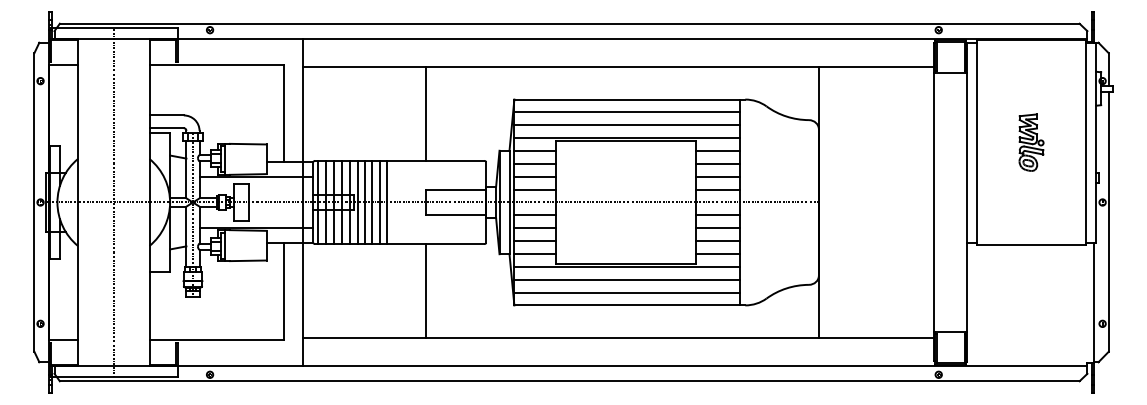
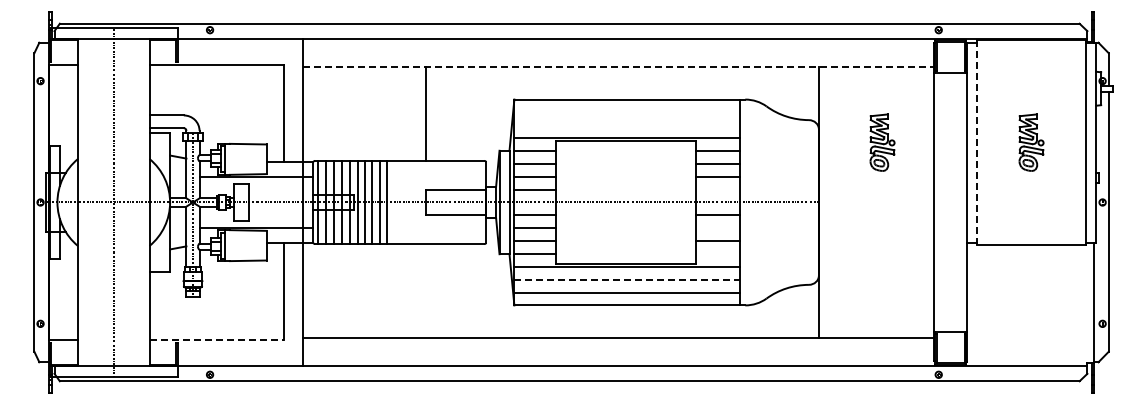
line at (619, 67): solid -> dashed
line at (627, 112): present -> none
line at (627, 125): present -> none
part at (882, 142): none -> present
line at (977, 142): solid -> dashed
line at (717, 189): present -> none
line at (717, 228): present -> none
line at (717, 253): present -> none
line at (627, 279): solid -> dashed
line at (426, 290): present -> none
line at (217, 339): solid -> dashed
